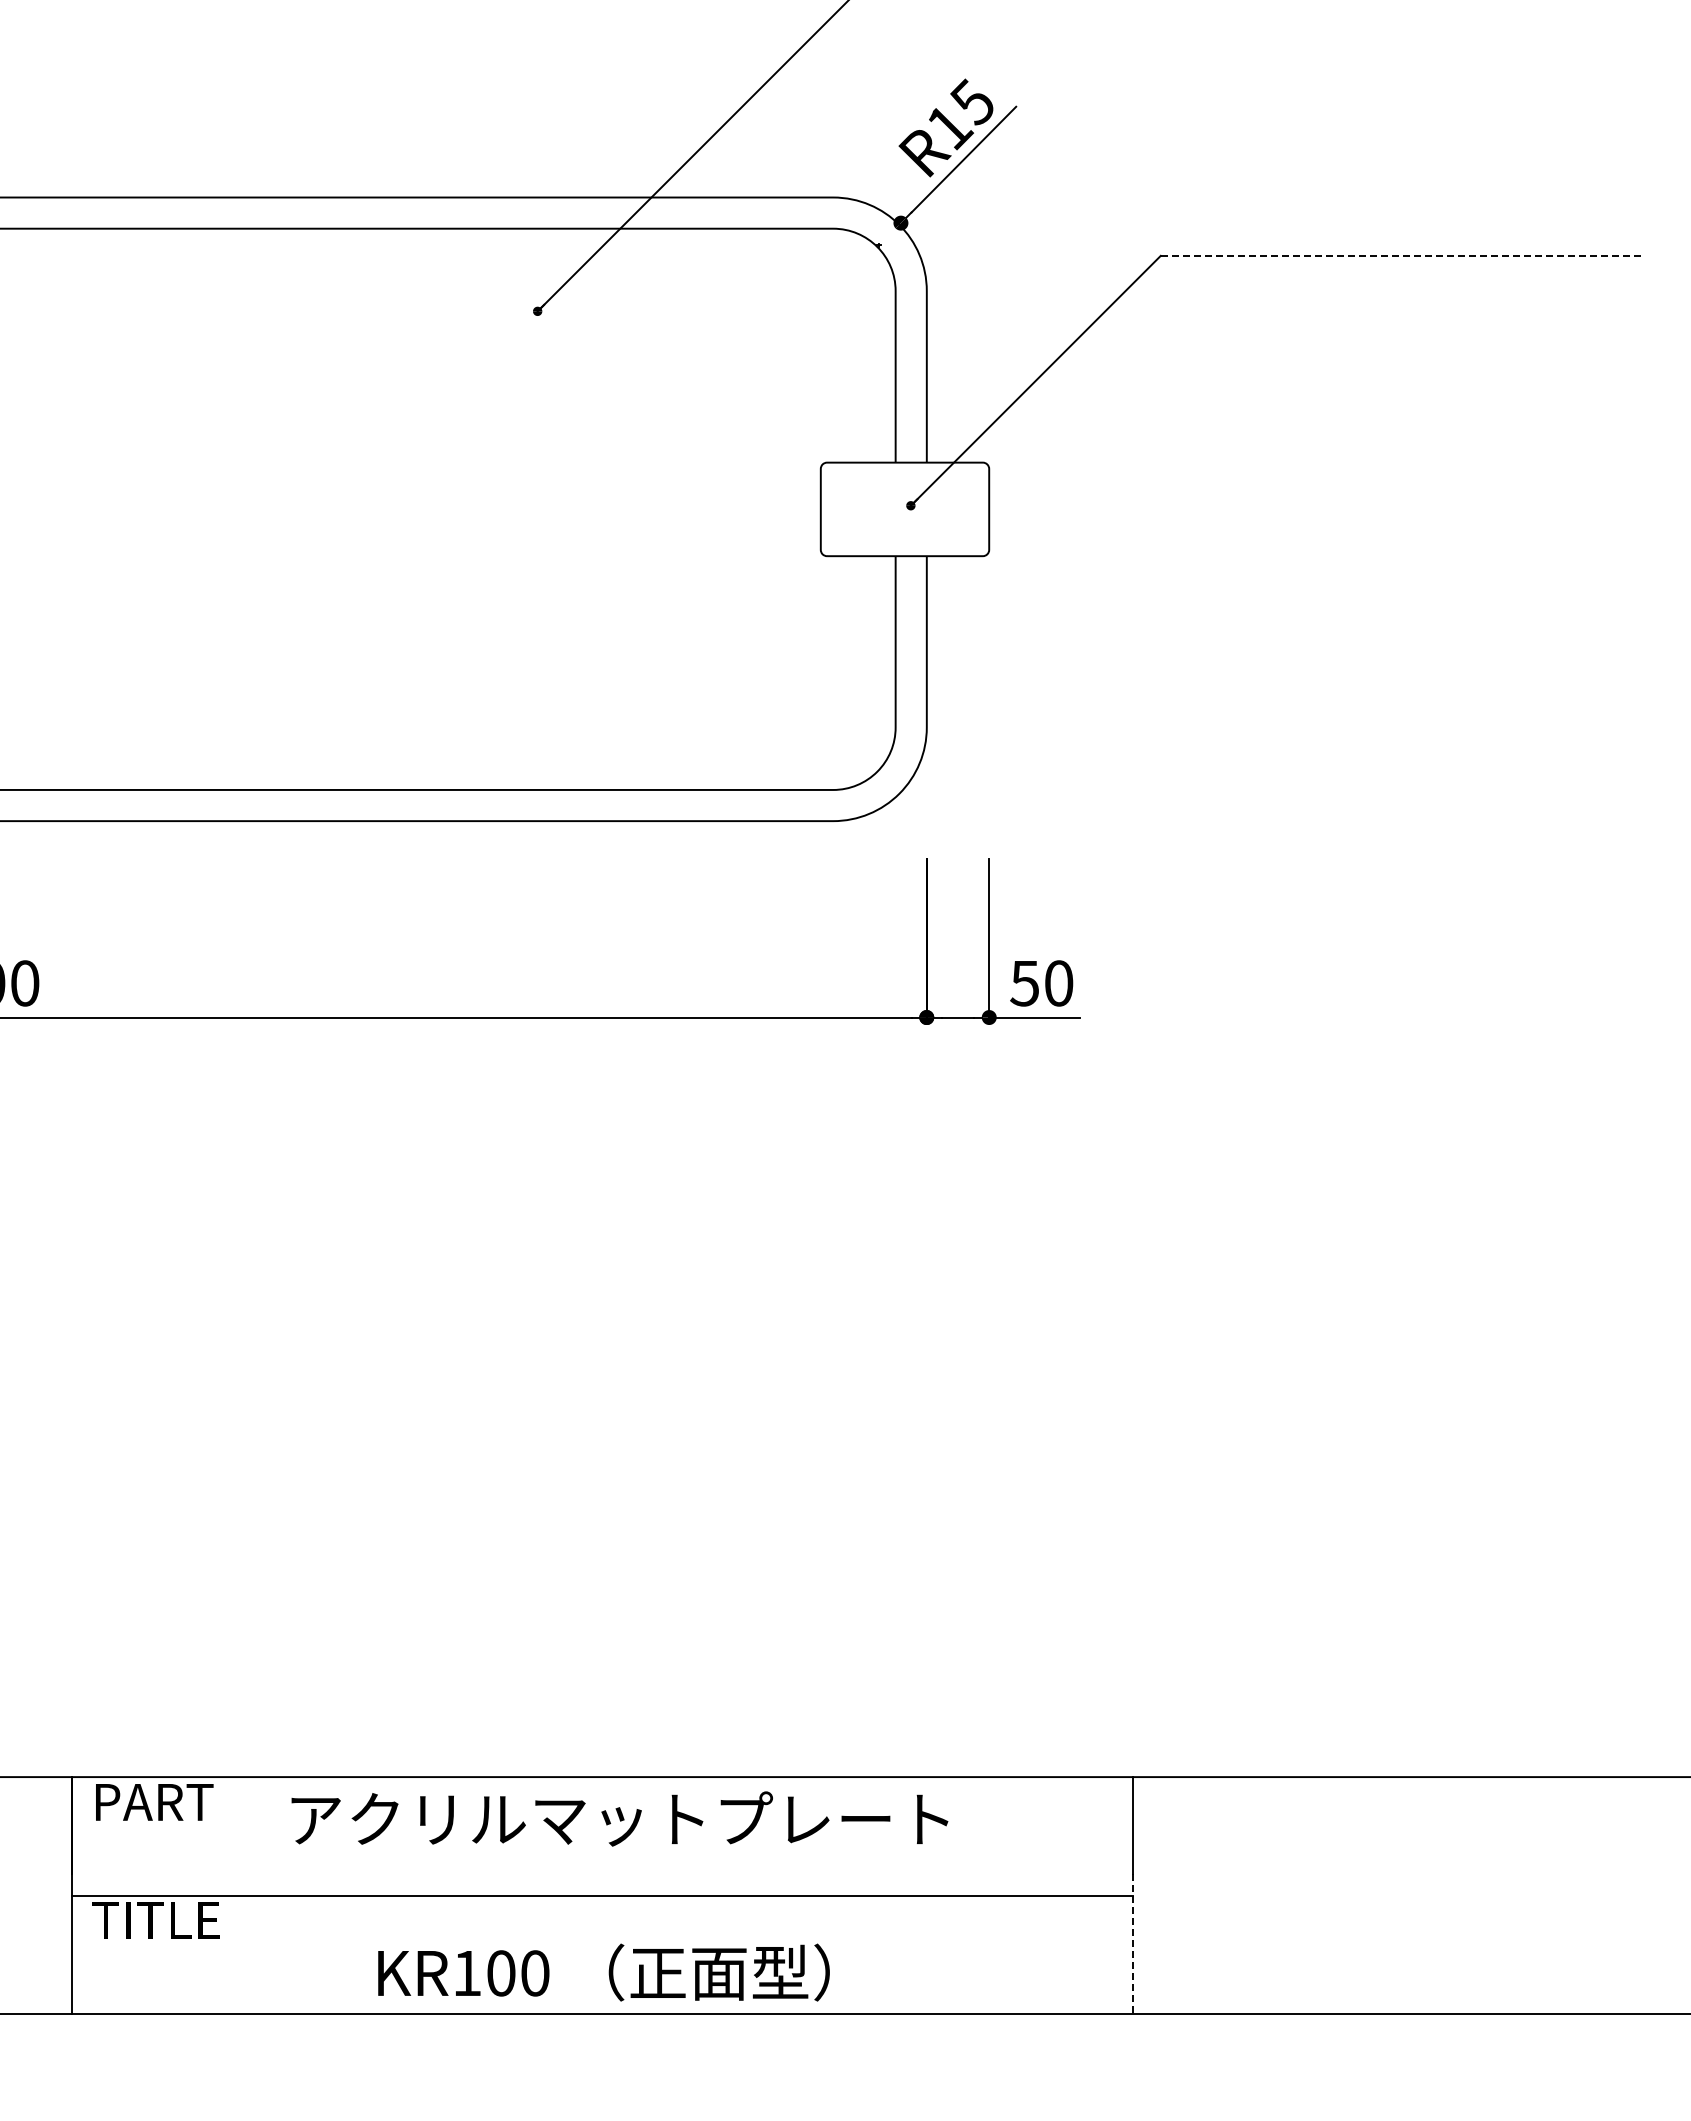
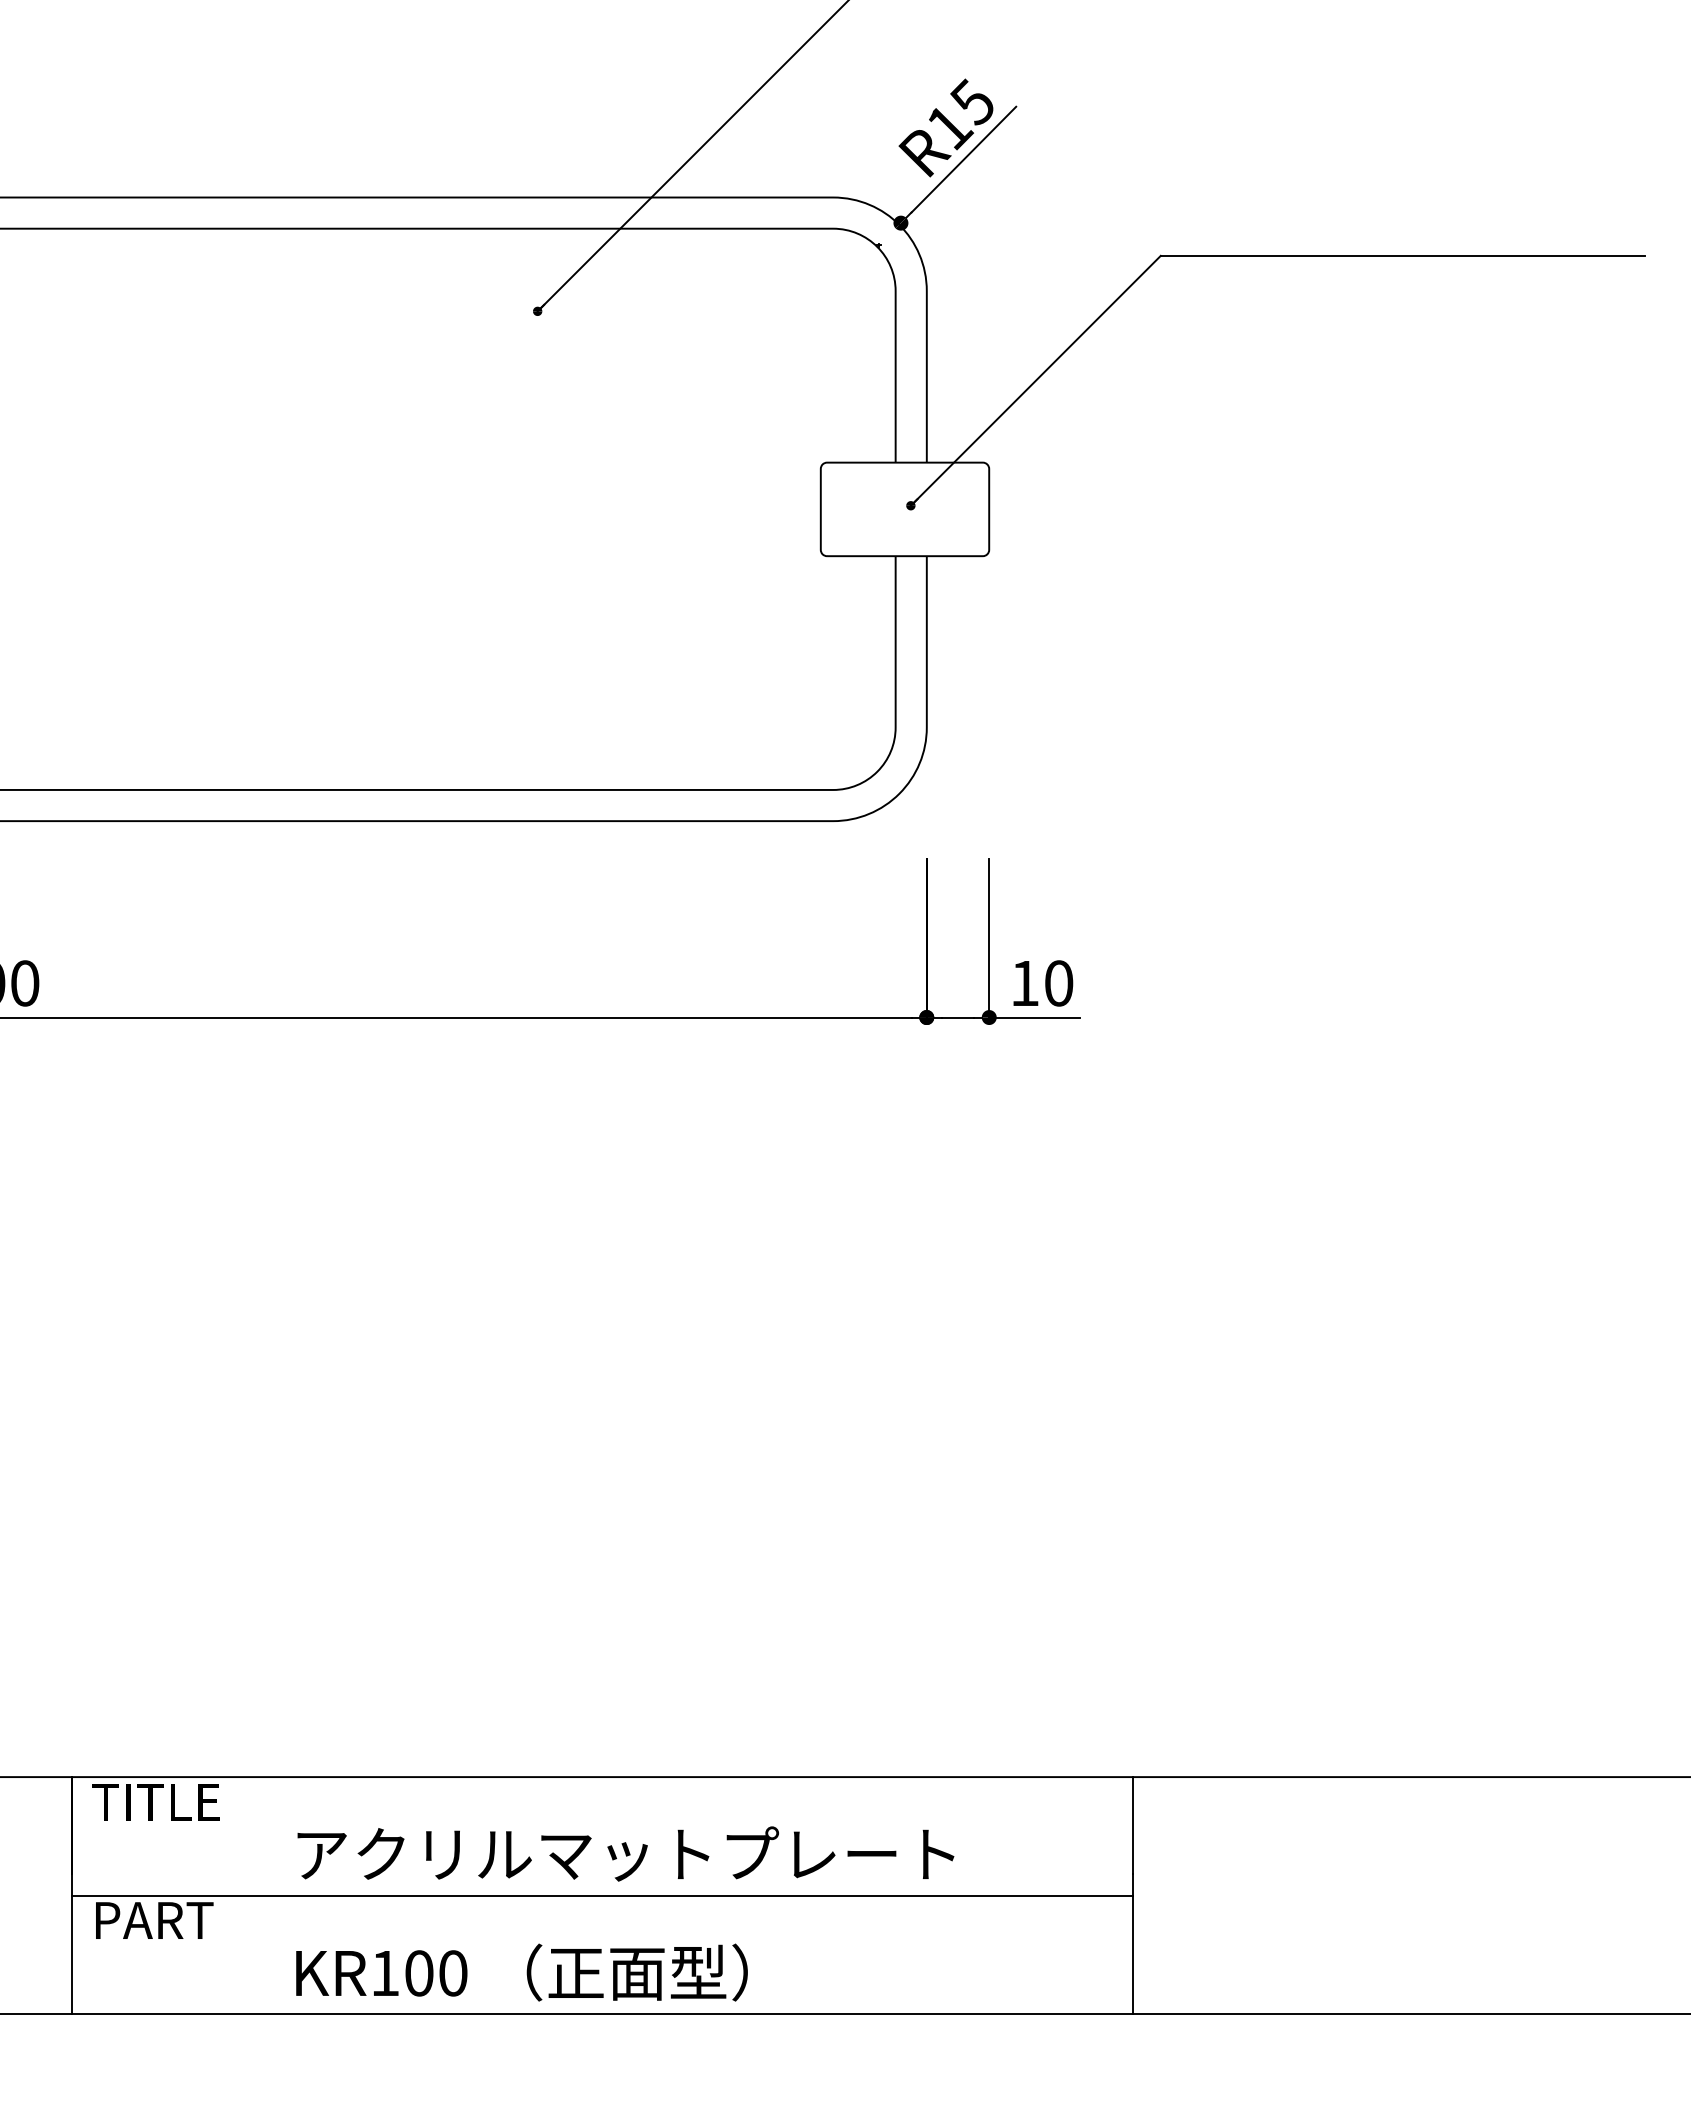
line at (1402, 255): dashed -> solid
text at (1024, 983): 50 -> 10
text at (155, 1802): PART -> TITLE
text at (619, 1818) position: (619, 1818) -> (625, 1853)
text at (155, 1920): TITLE -> PART
line at (1132, 1944): dashed -> solid
text at (603, 1972) position: (603, 1972) -> (521, 1972)
